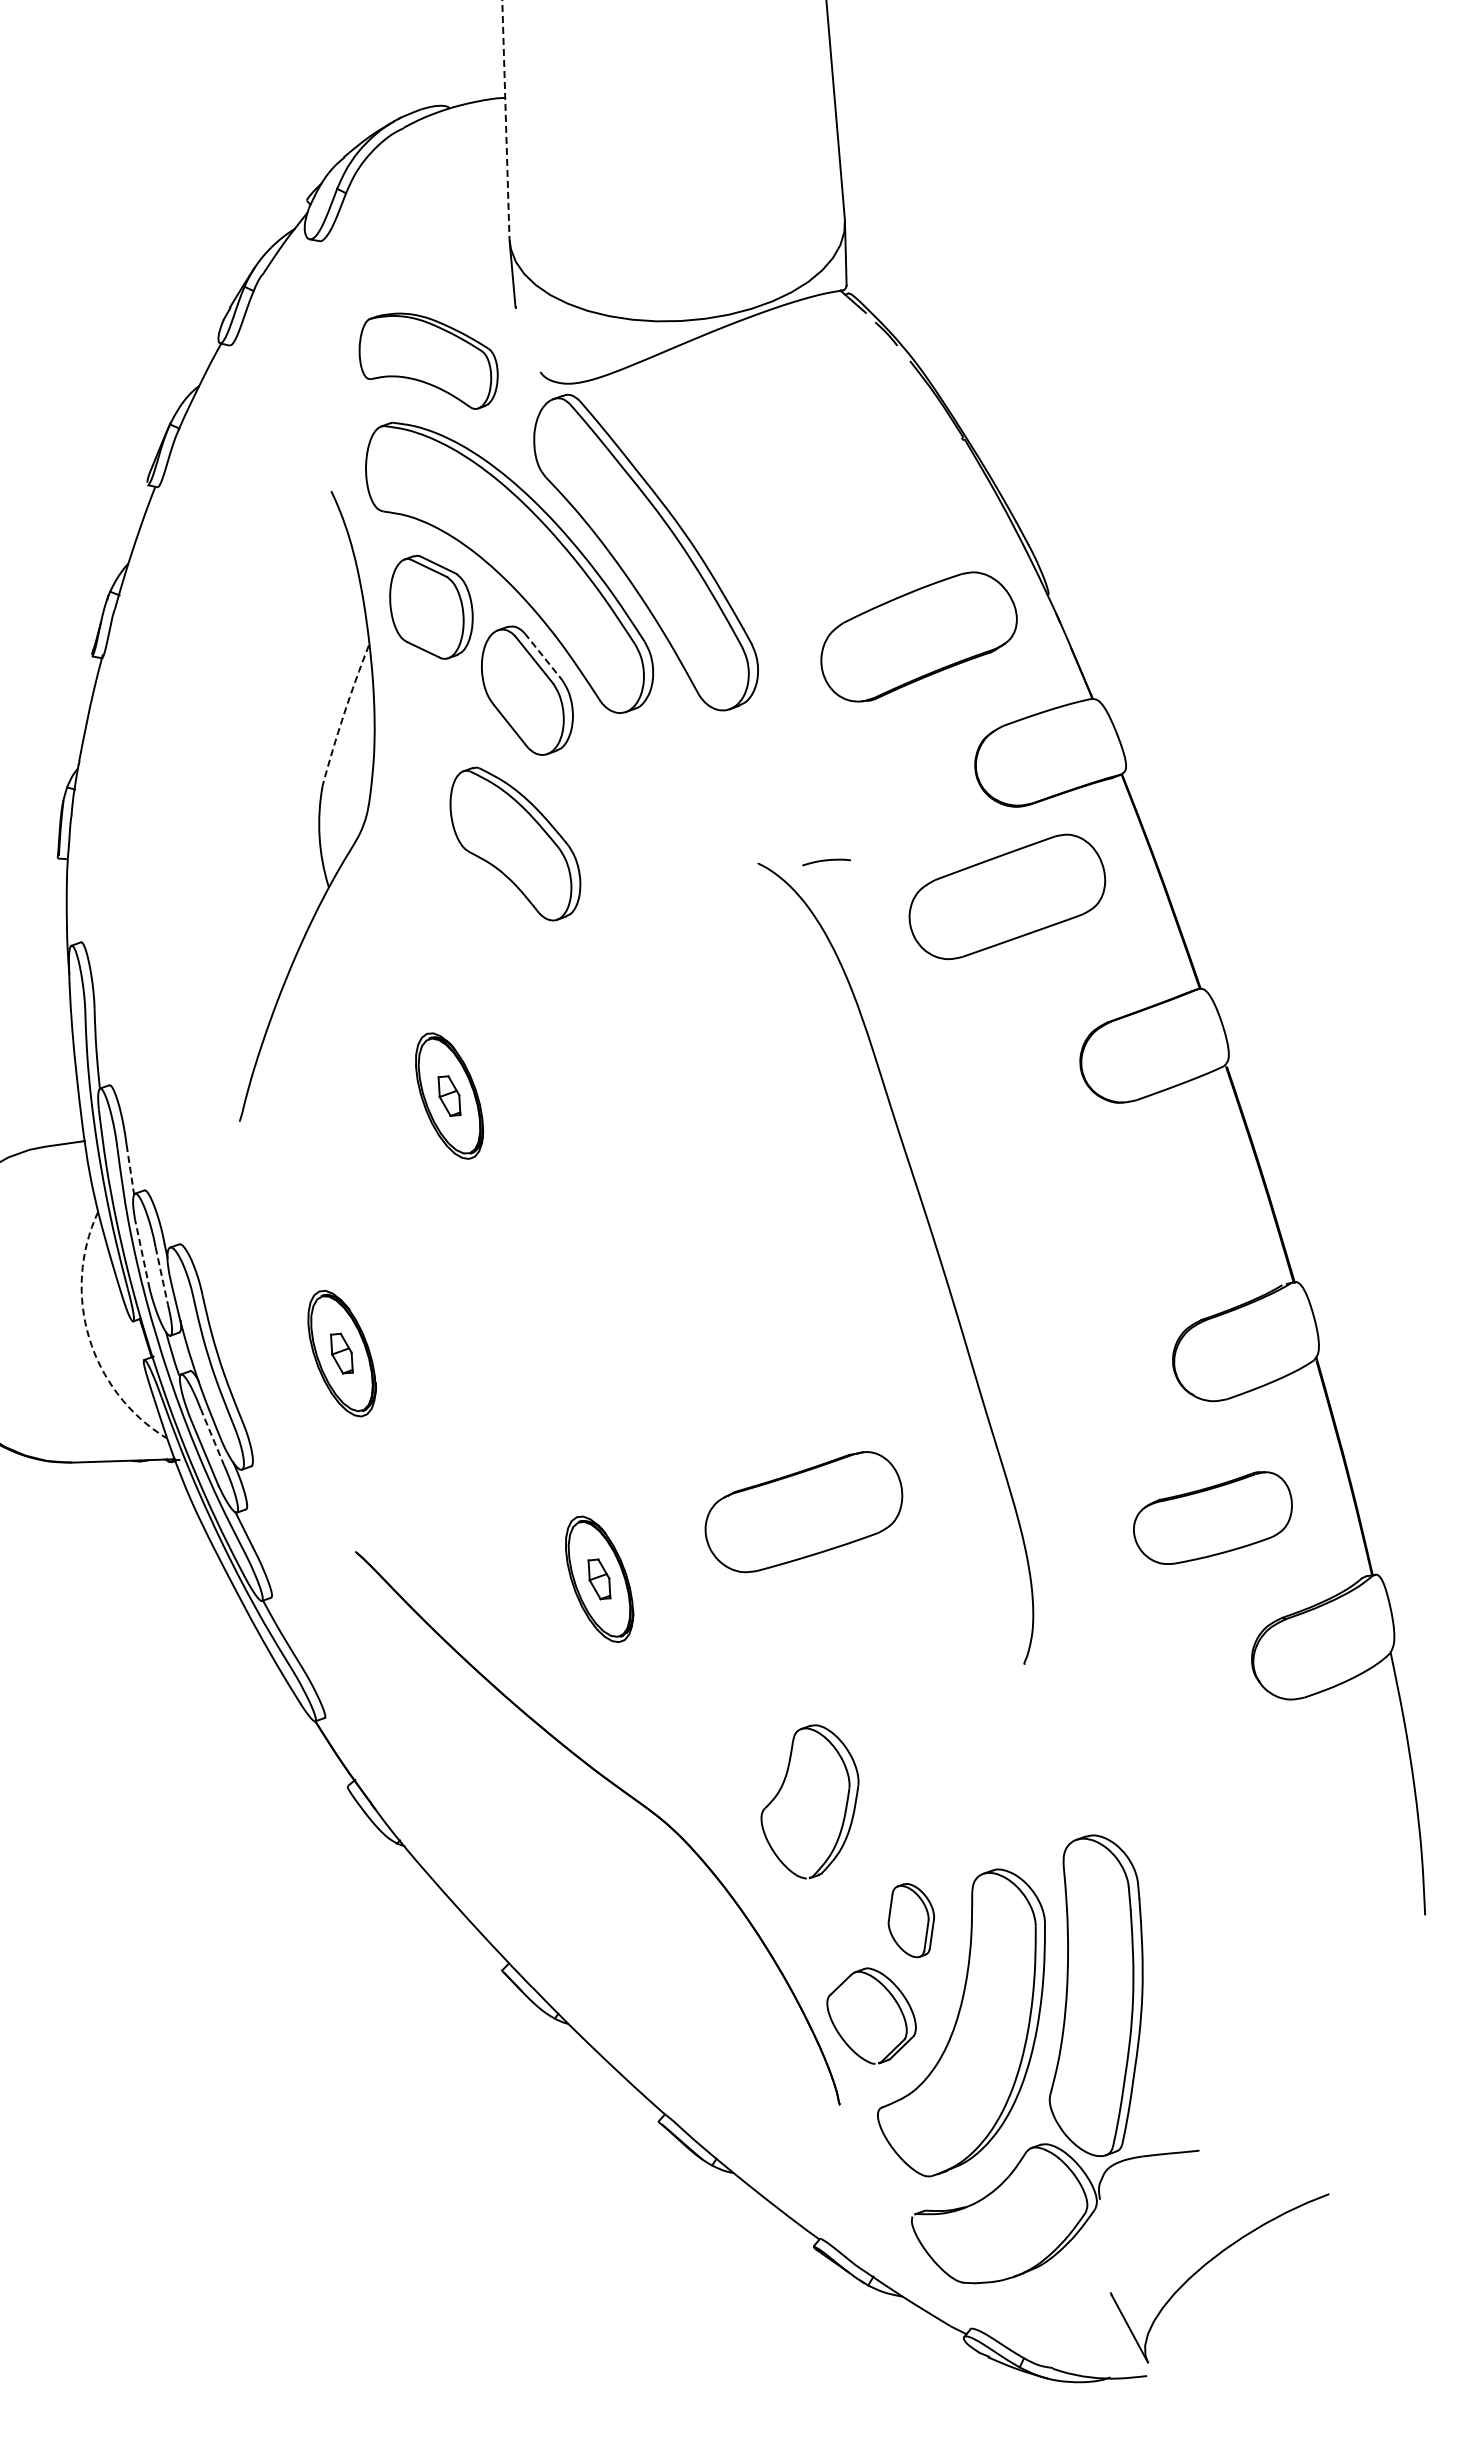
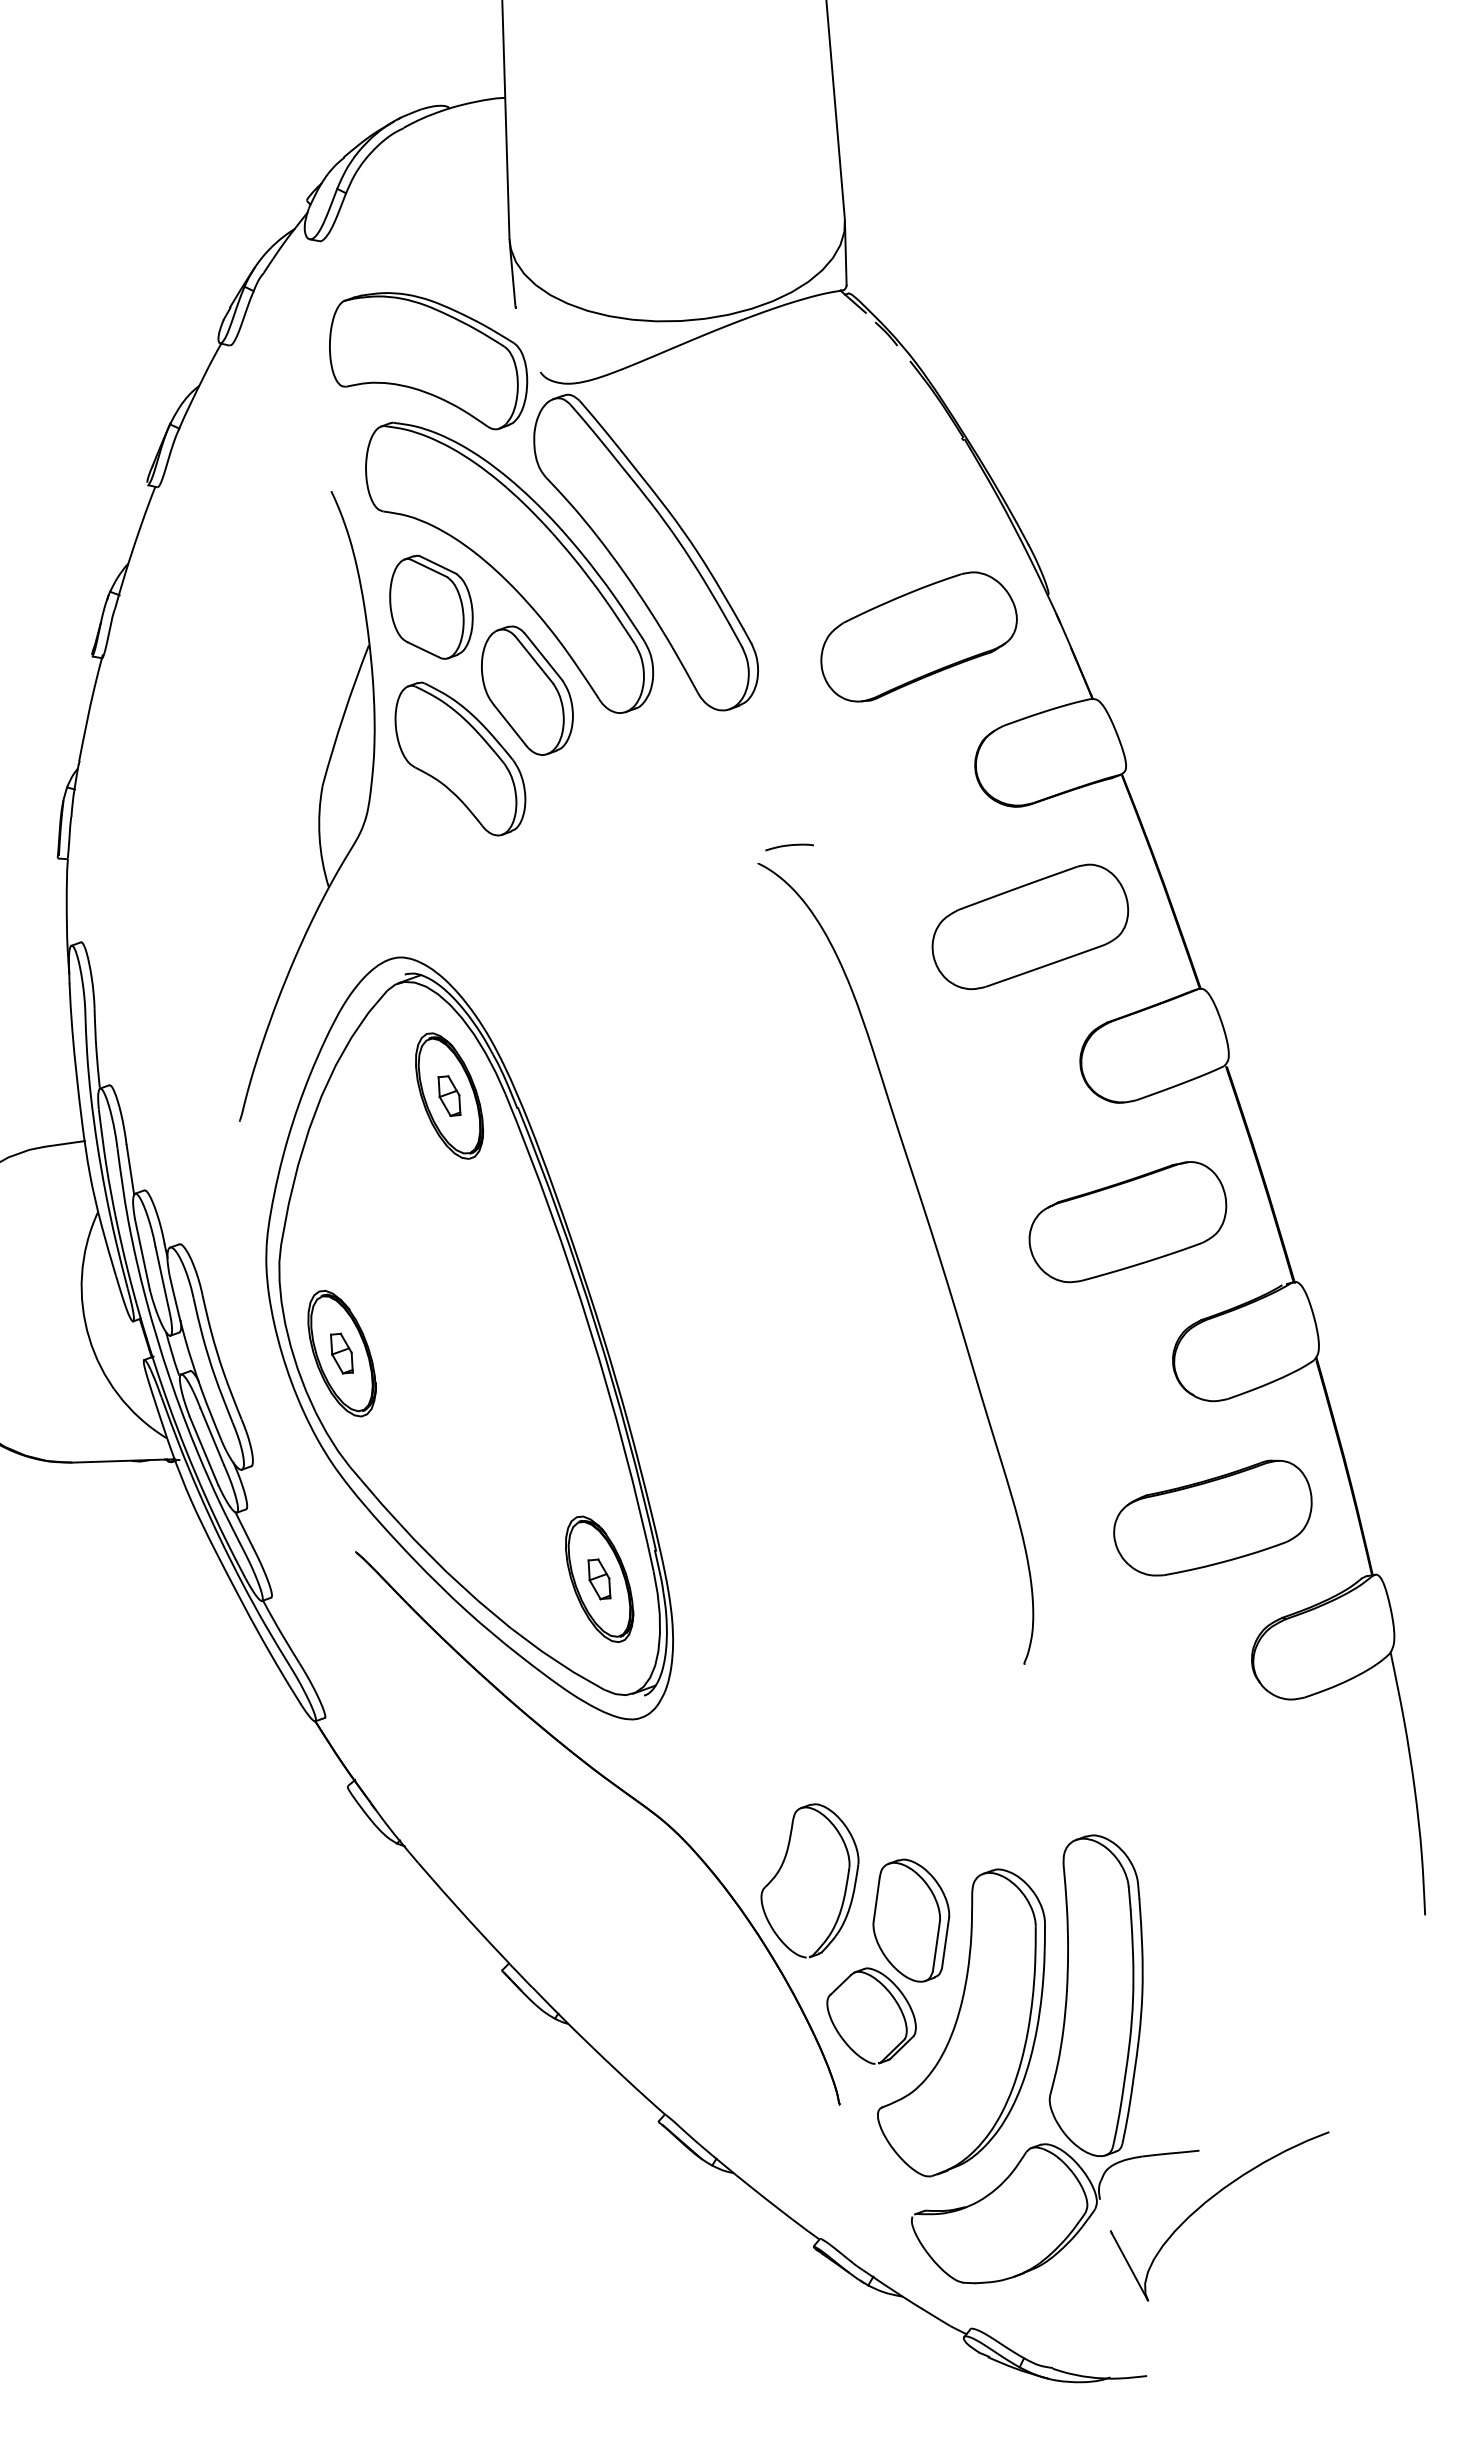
line at (505, 120): dashed -> solid
part at (428, 360) size: 141x98 px -> 200x139 px
line at (543, 657): dashed -> solid
arc at (343, 715): dashed -> solid
part at (515, 843) position: (515, 843) -> (460, 758)
curve at (826, 861) position: (826, 861) -> (789, 846)
part at (1007, 896) position: (1007, 896) -> (1030, 926)
line at (130, 1170): dashed -> solid
line at (142, 1254): dashed -> solid
line at (161, 1276): dashed -> solid
arc at (89, 1338): dashed -> solid
part at (469, 1338): none -> present
line at (212, 1437): dashed -> solid
part at (803, 1512) position: (803, 1512) -> (1127, 1222)
part at (1212, 1517) size: 160x94 px -> 200x118 px
part at (782, 1787) position: (782, 1787) -> (782, 1866)
part at (911, 1920) size: 49x76 px -> 79x125 px
part at (1207, 2264) position: (1207, 2264) -> (1207, 2202)
